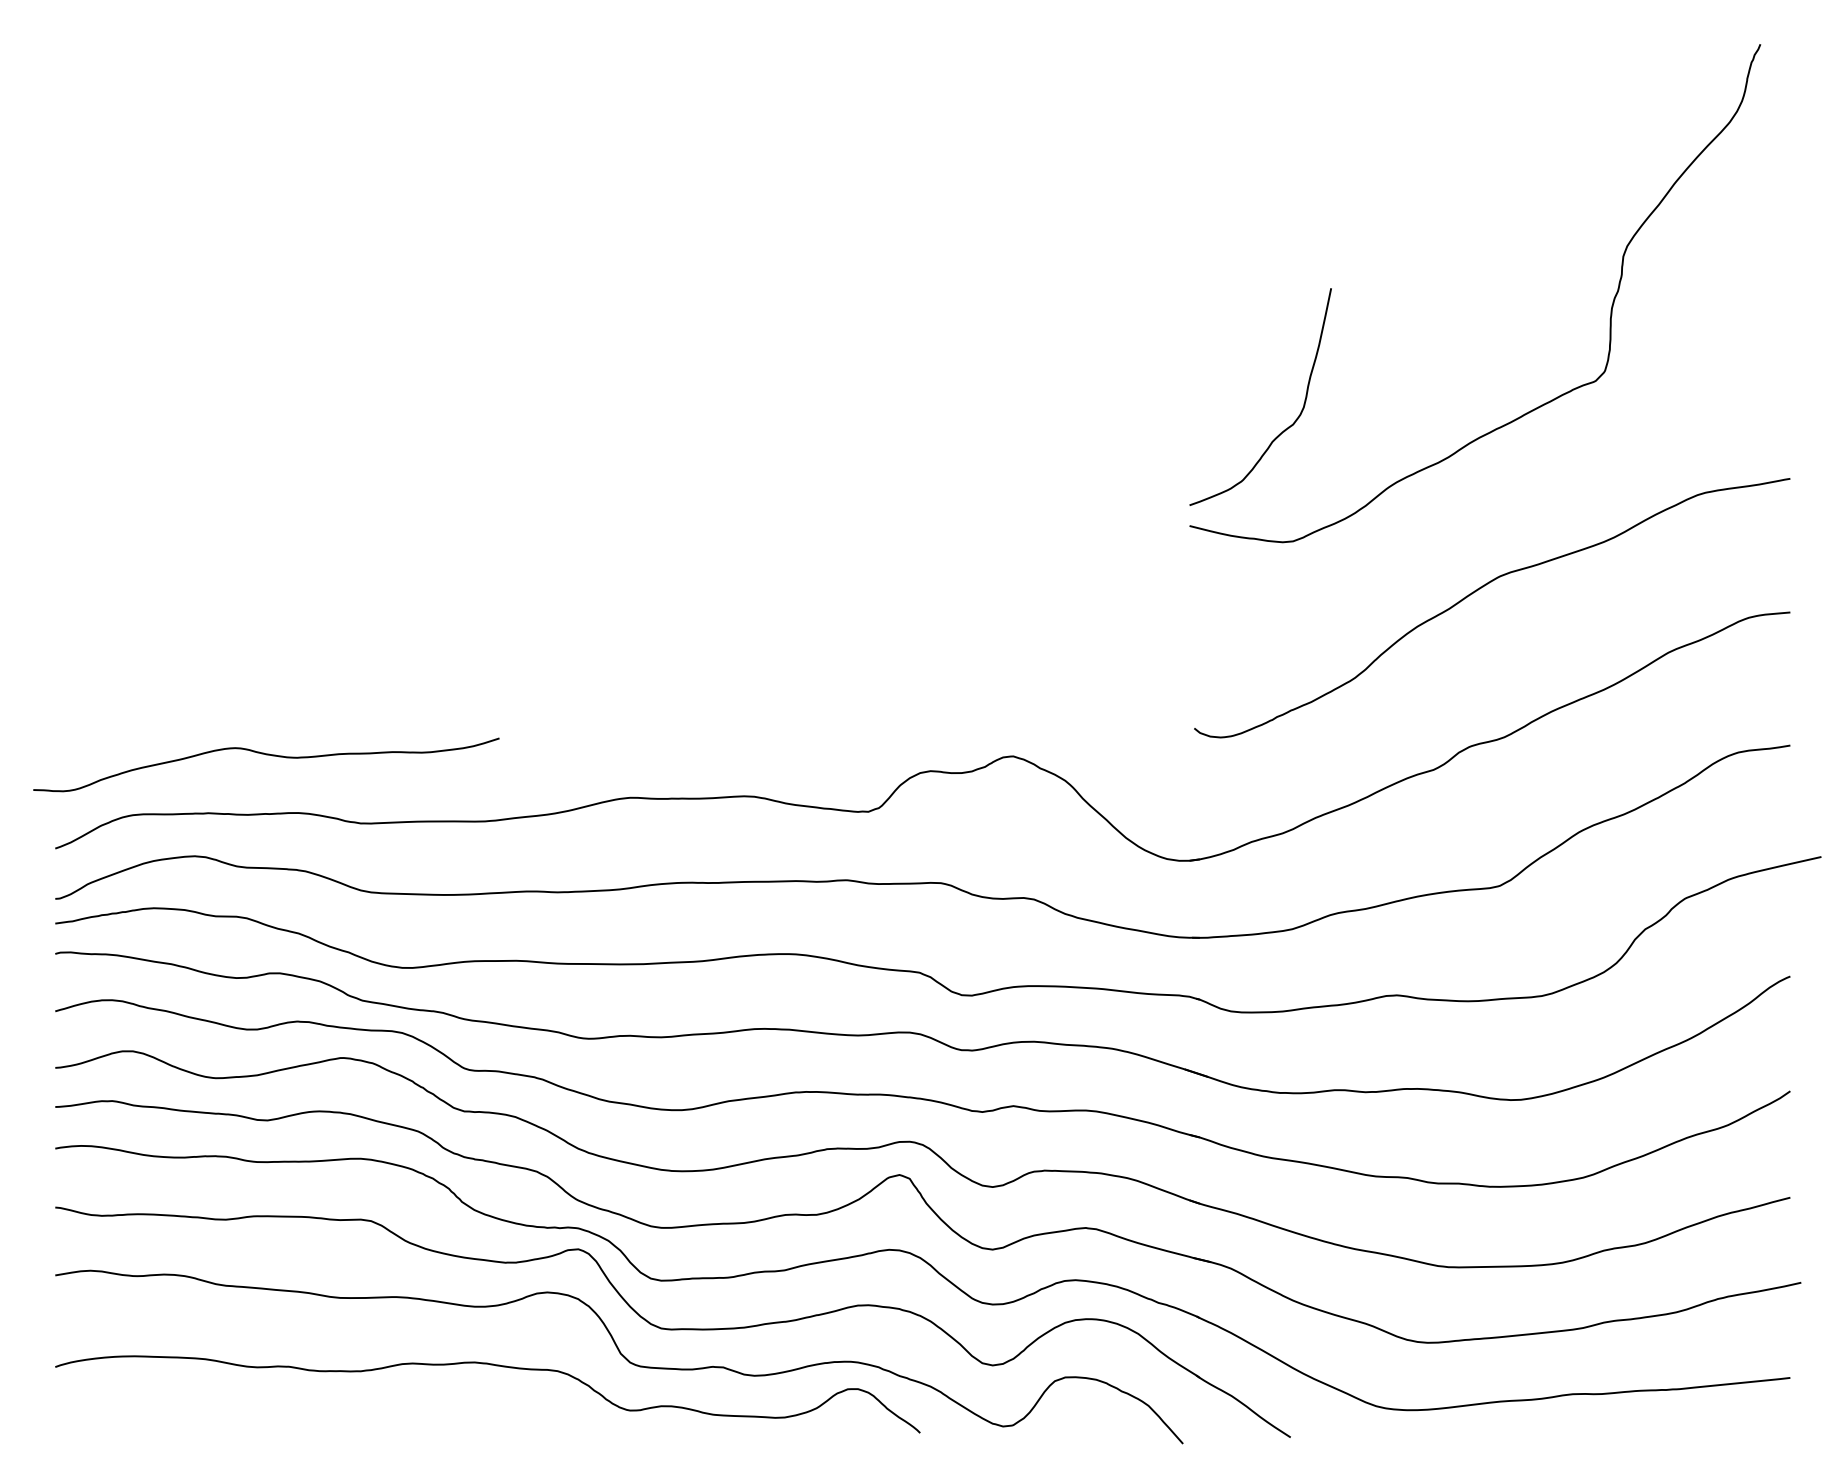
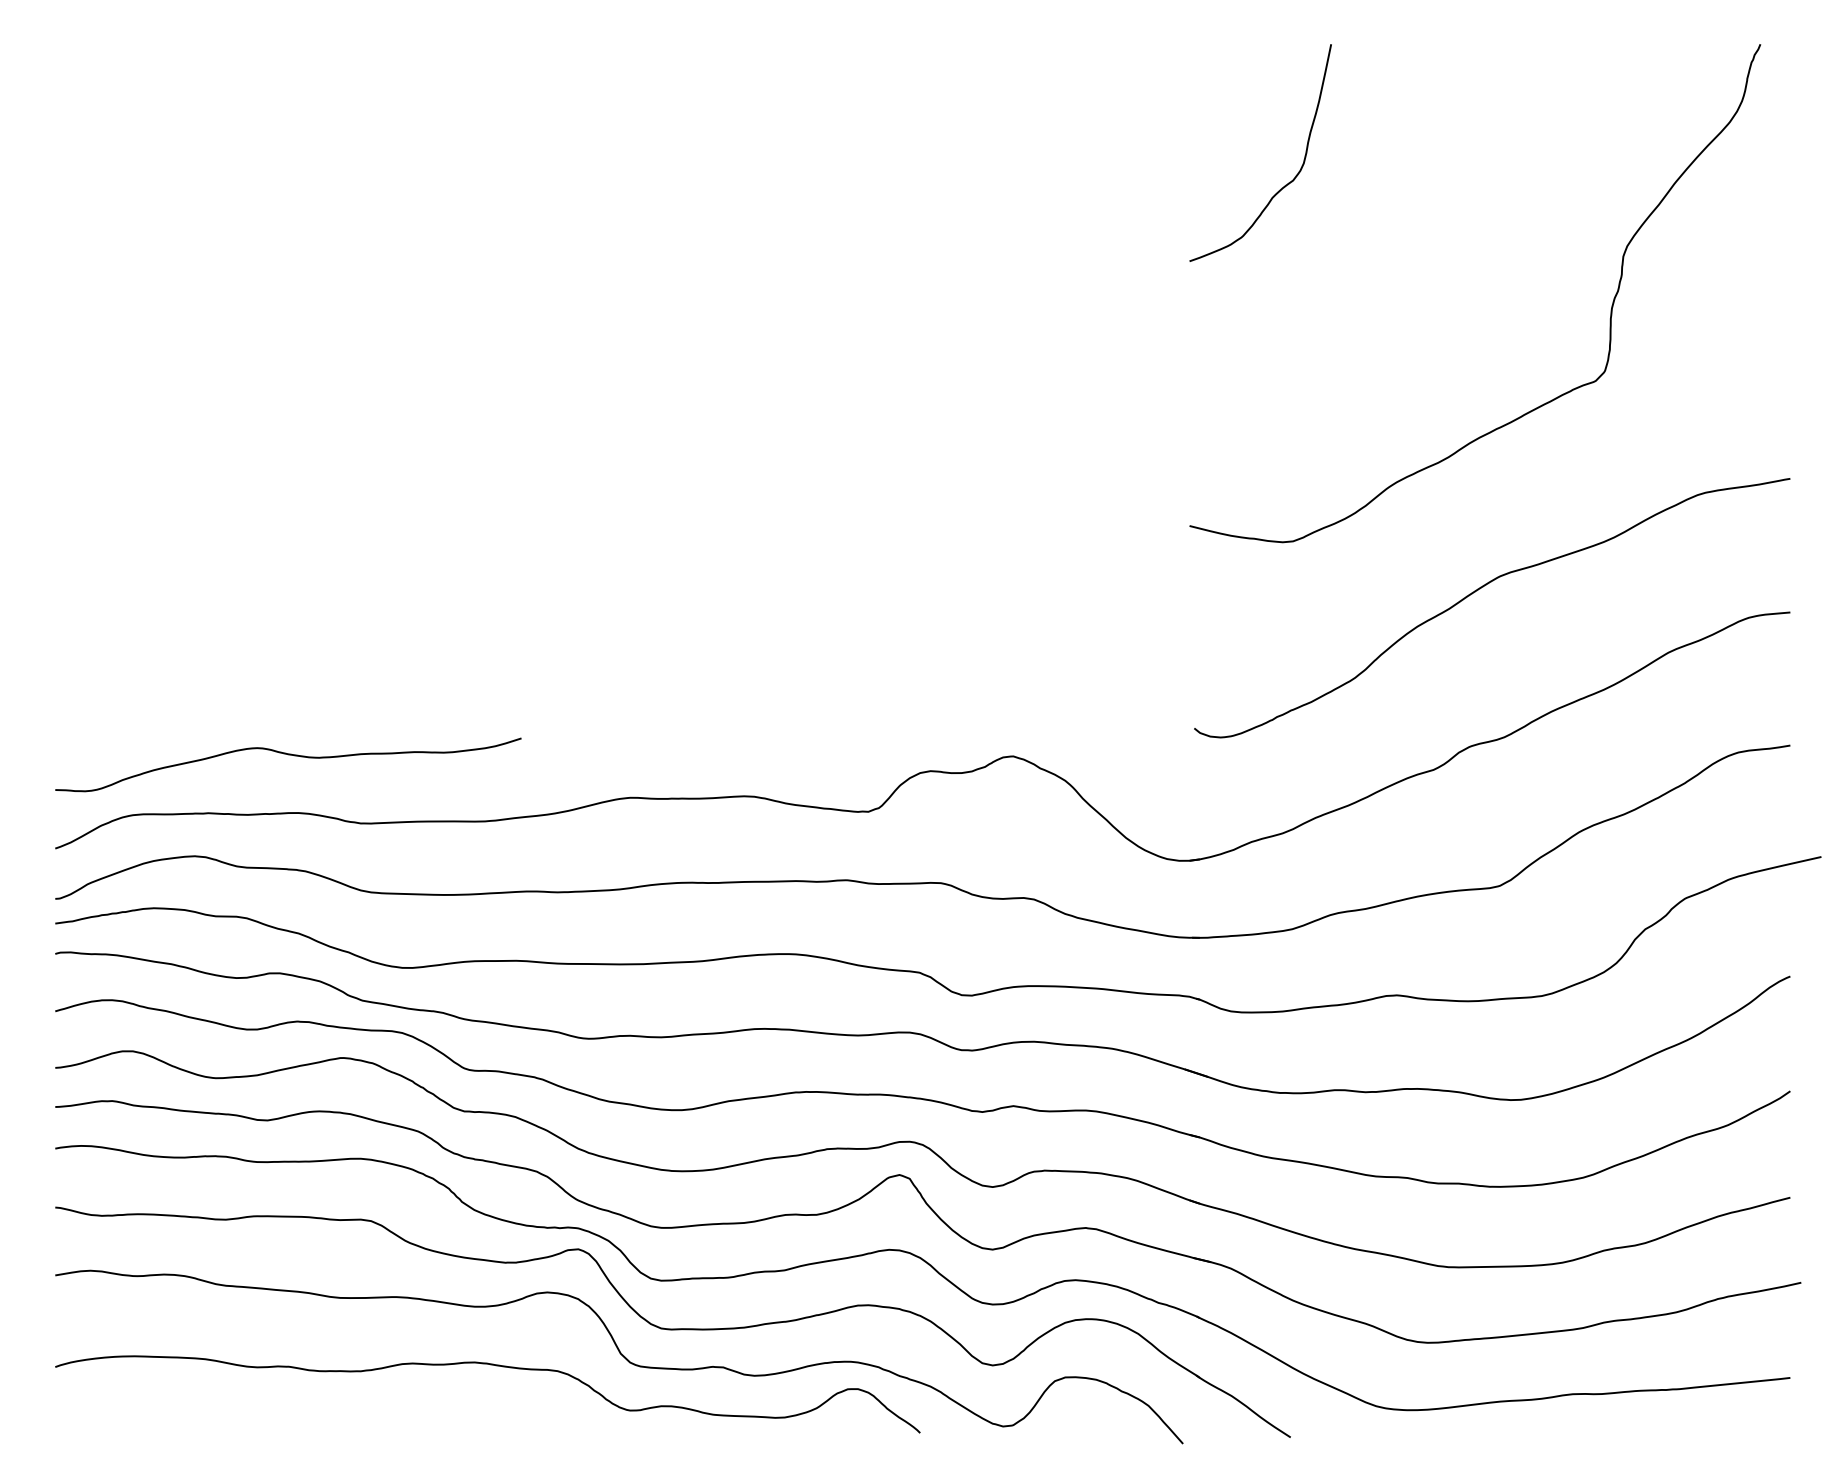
curve at (1285, 428) position: (1285, 428) -> (1285, 184)
curve at (266, 755) position: (266, 755) -> (288, 755)
